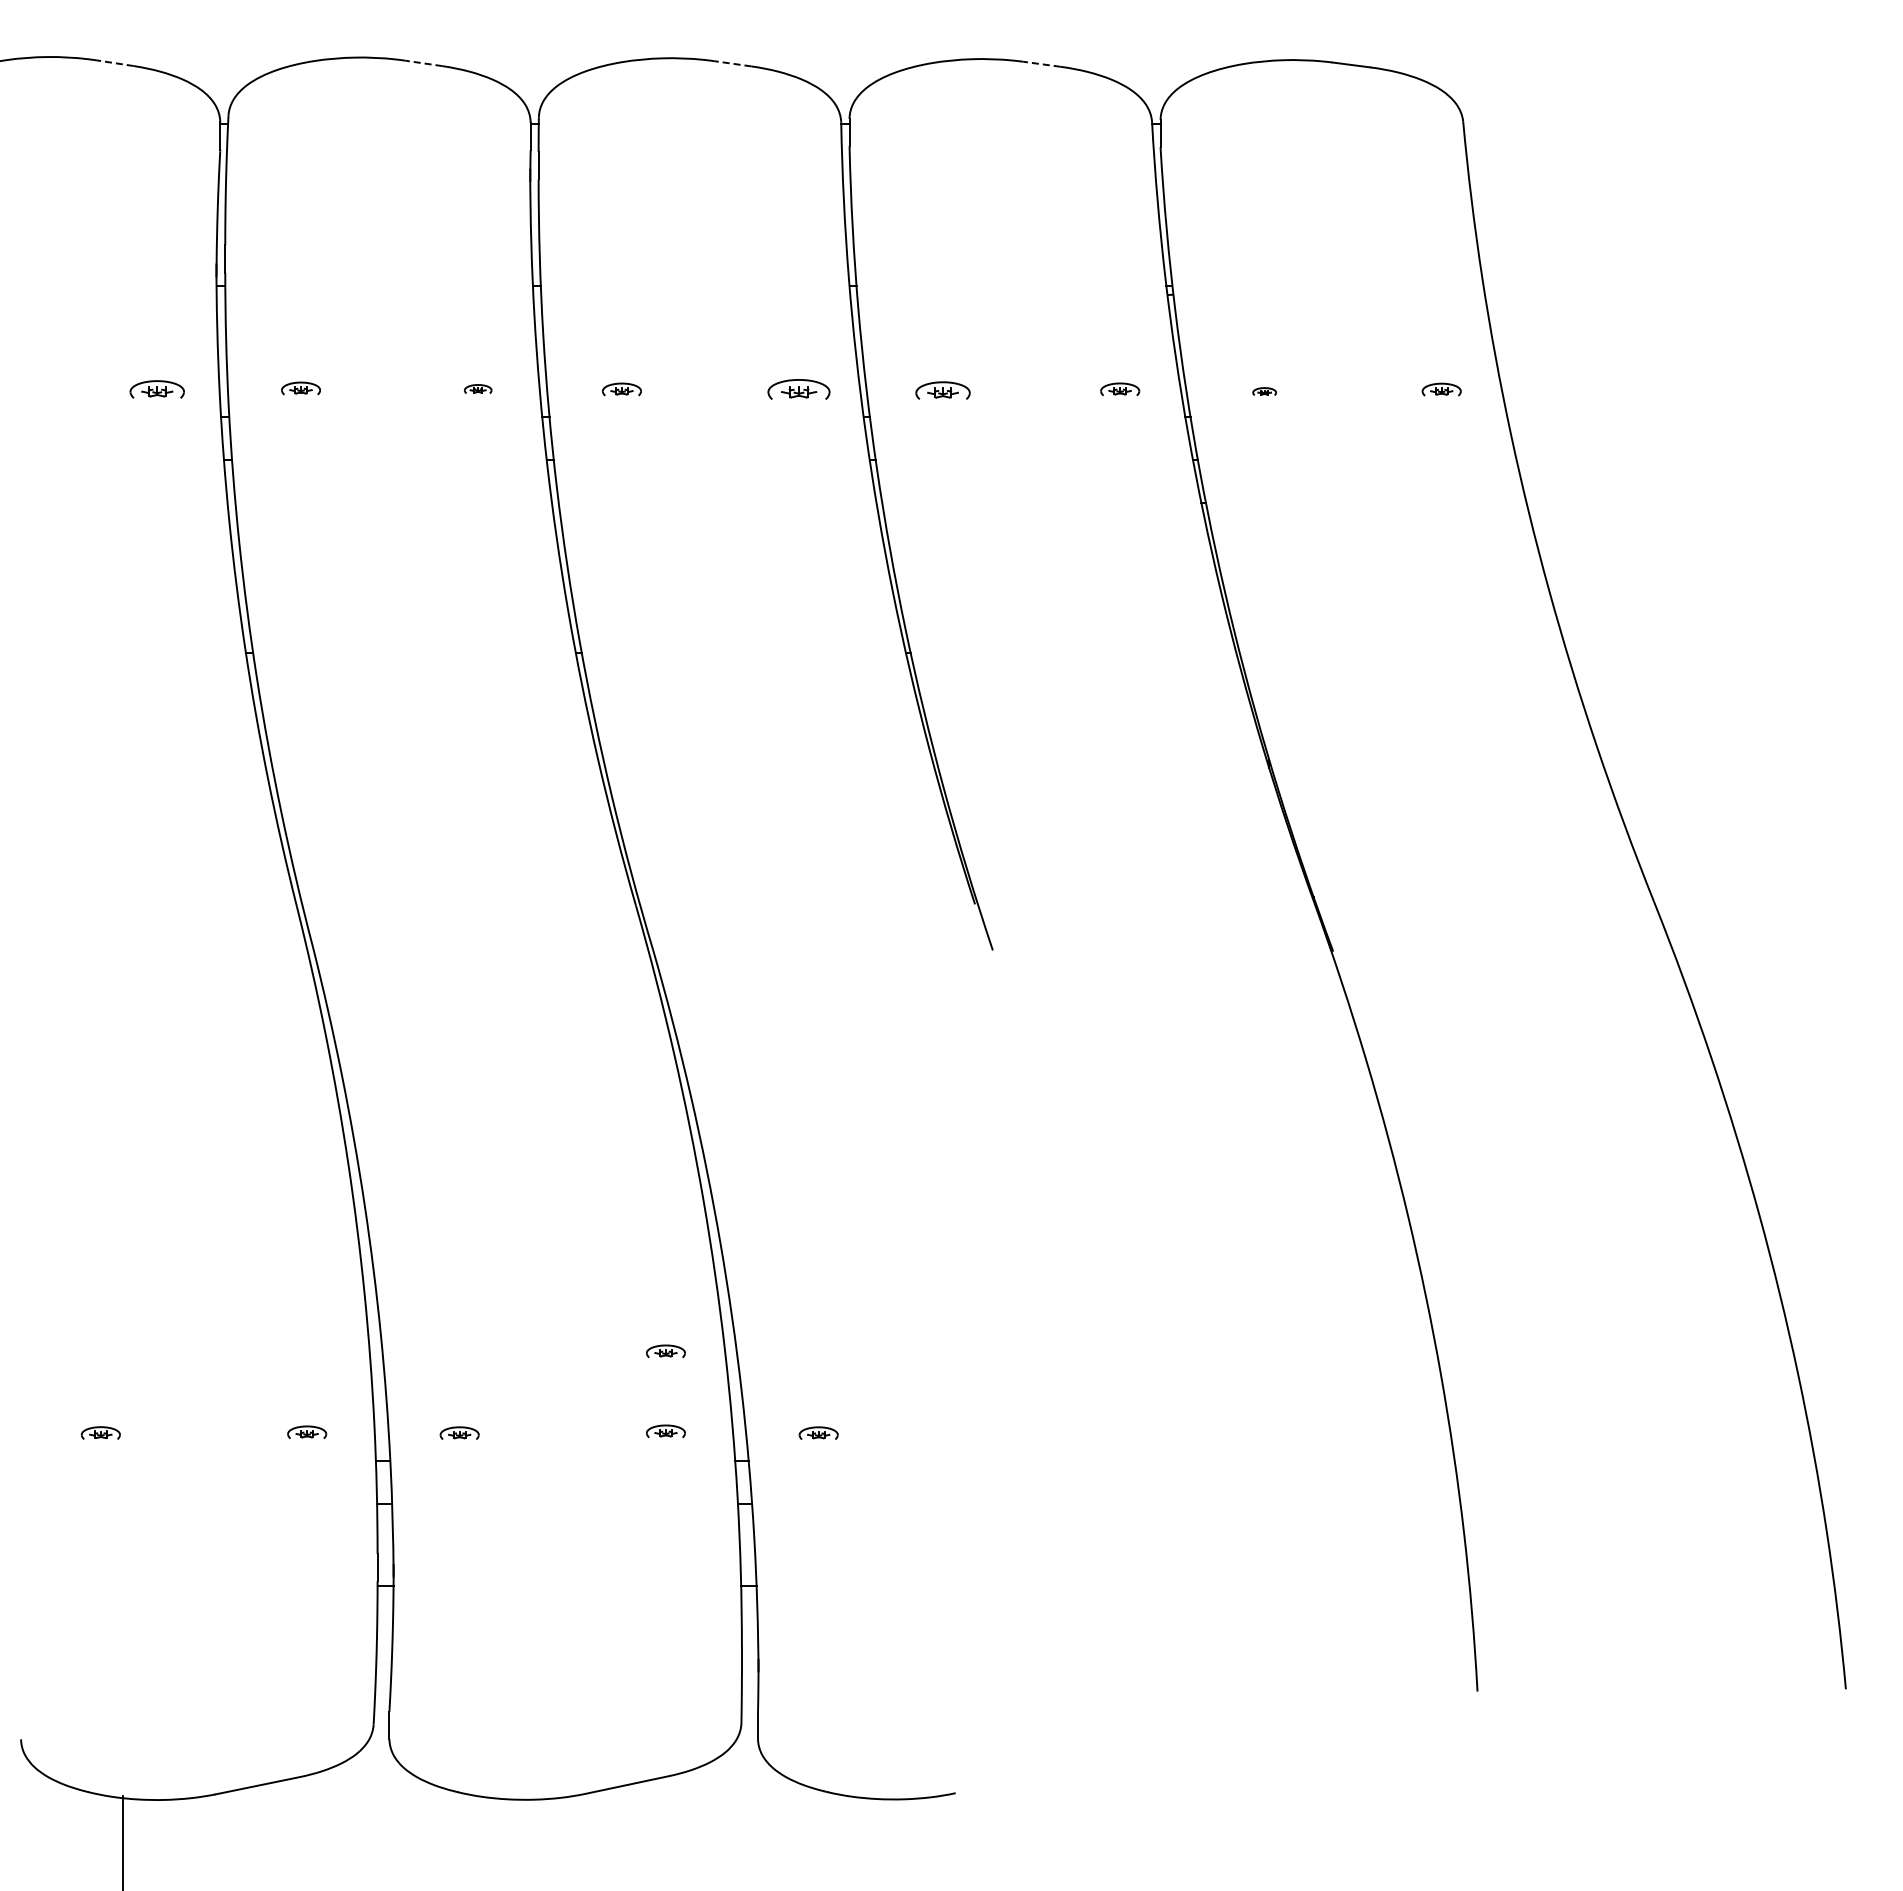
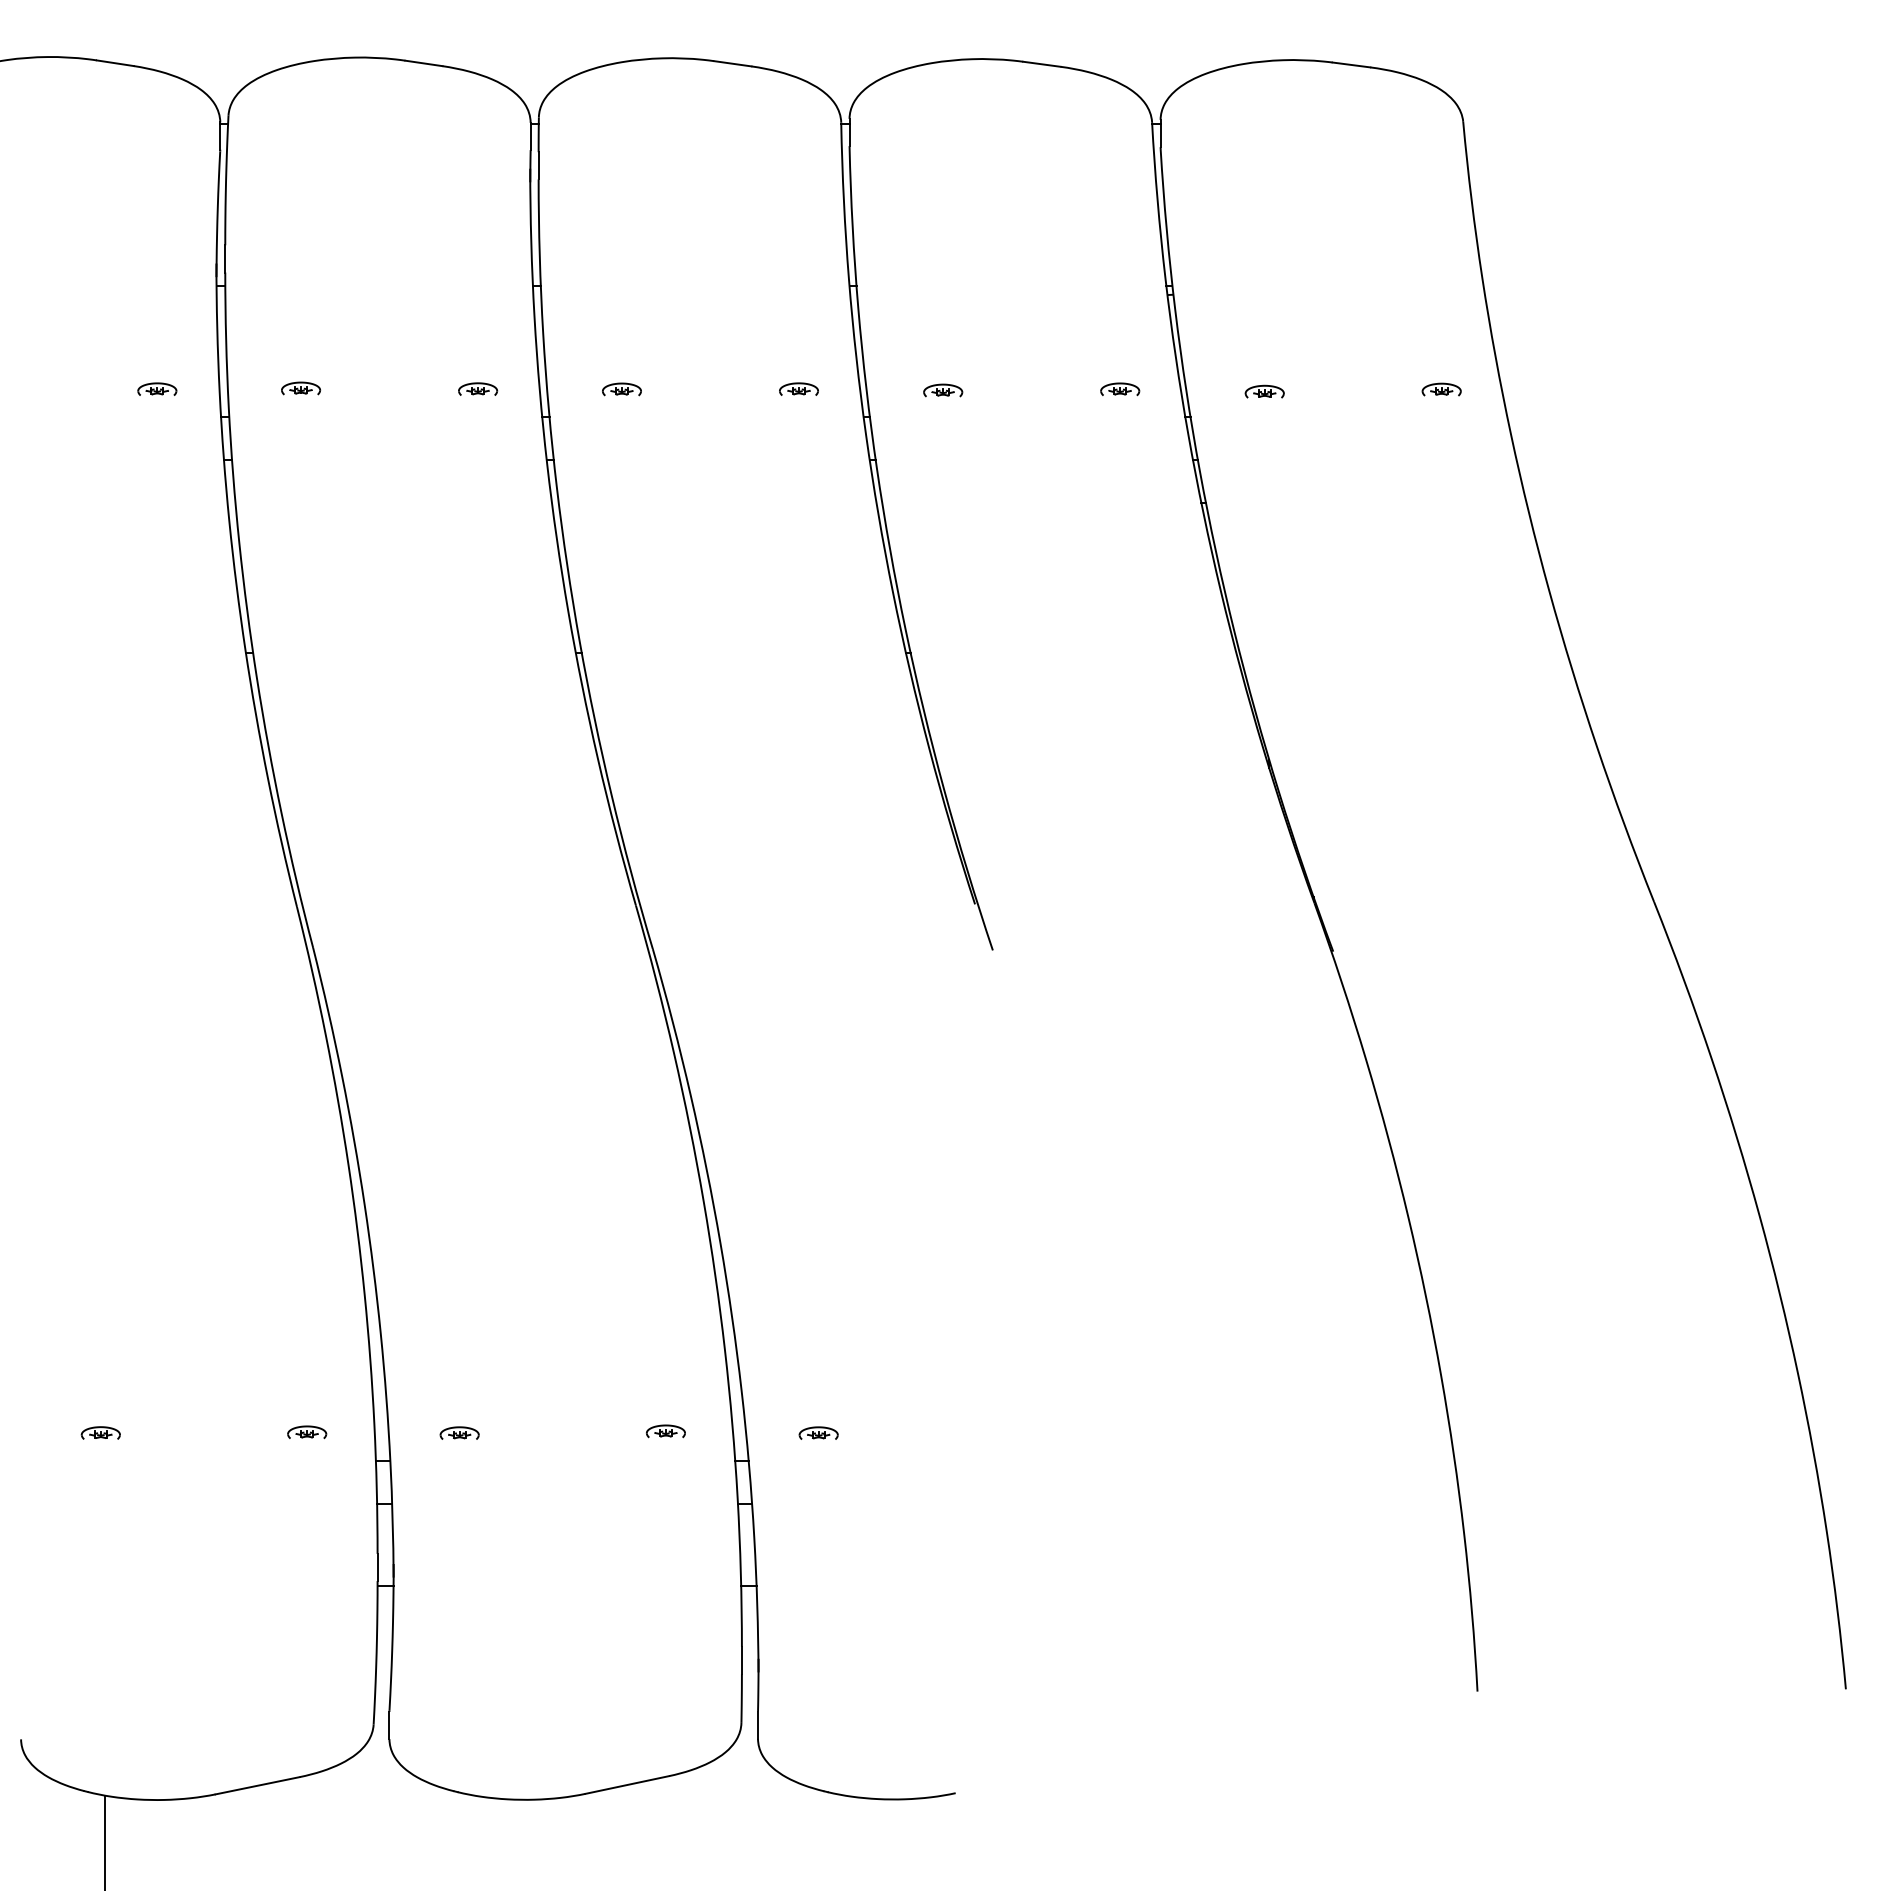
line at (115, 63): dashed -> solid
line at (423, 63): dashed -> solid
line at (732, 63): dashed -> solid
line at (1041, 64): dashed -> solid
part at (477, 388) size: 30x10 px -> 41x14 px
part at (156, 389) size: 56x19 px -> 41x14 px
part at (798, 389) size: 64x21 px -> 40x14 px
part at (942, 390) size: 56x19 px -> 41x15 px
part at (1264, 391) size: 25x9 px -> 41x15 px
part at (665, 1351): present -> none
line at (123, 1841) position: (123, 1841) -> (105, 1841)
